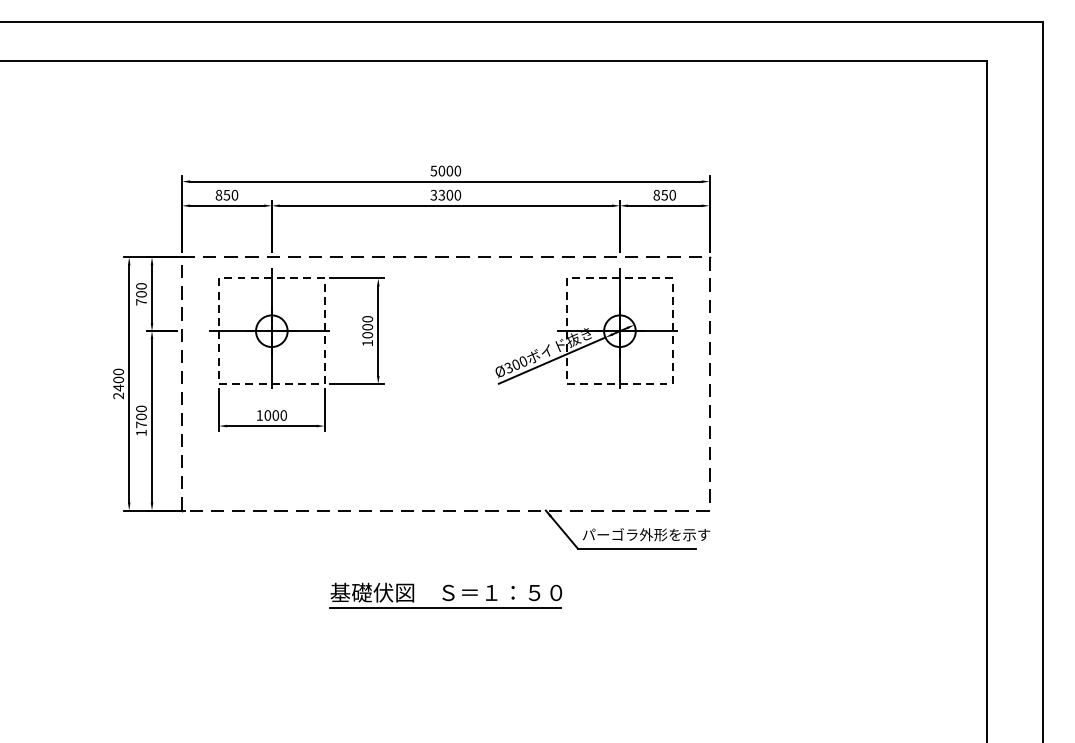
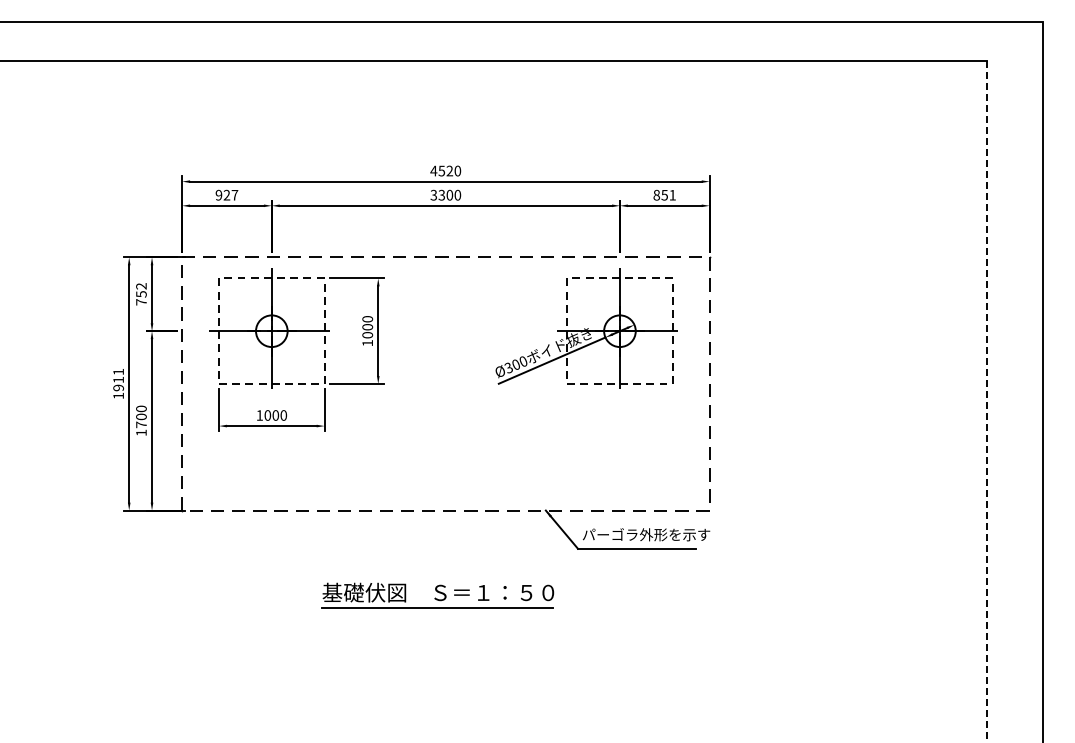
text at (441, 170): 5000 -> 4520
text at (226, 194): 850 -> 927
text at (672, 194): 850 -> 851
text at (141, 290): 700 -> 752
text at (118, 383): 2400 -> 1911
line at (987, 402): solid -> dashed
part at (445, 595) position: (445, 595) -> (437, 595)
